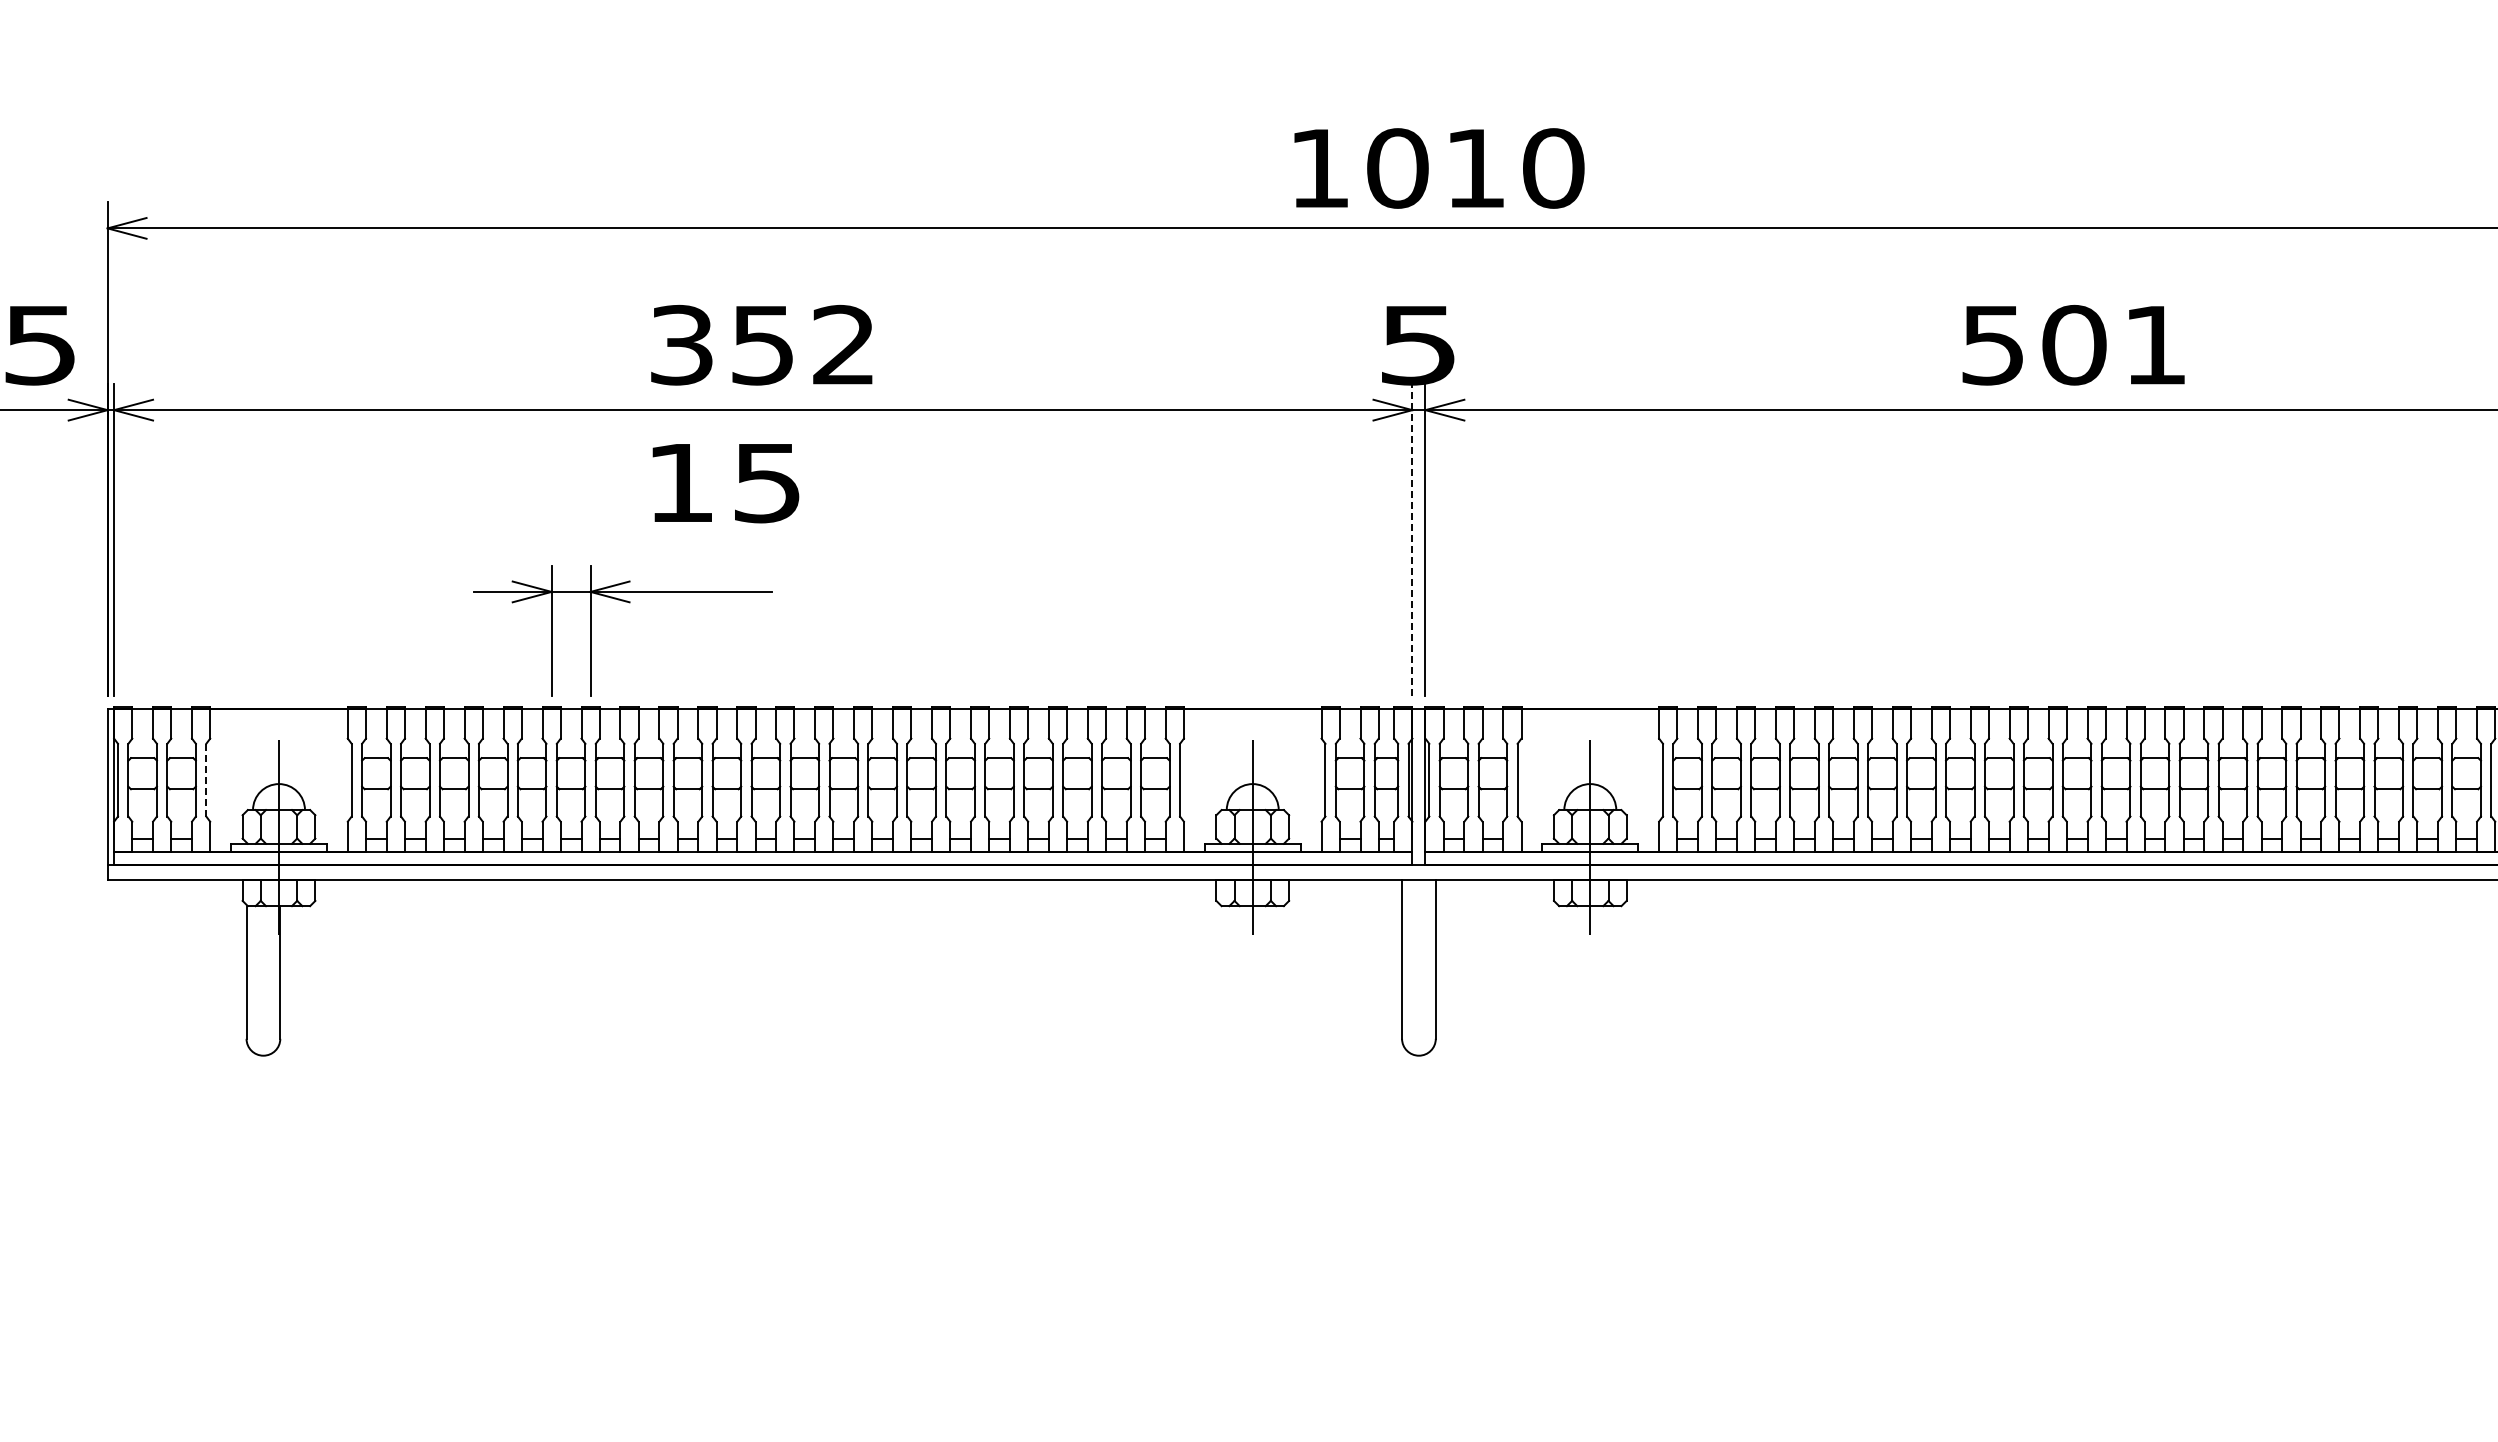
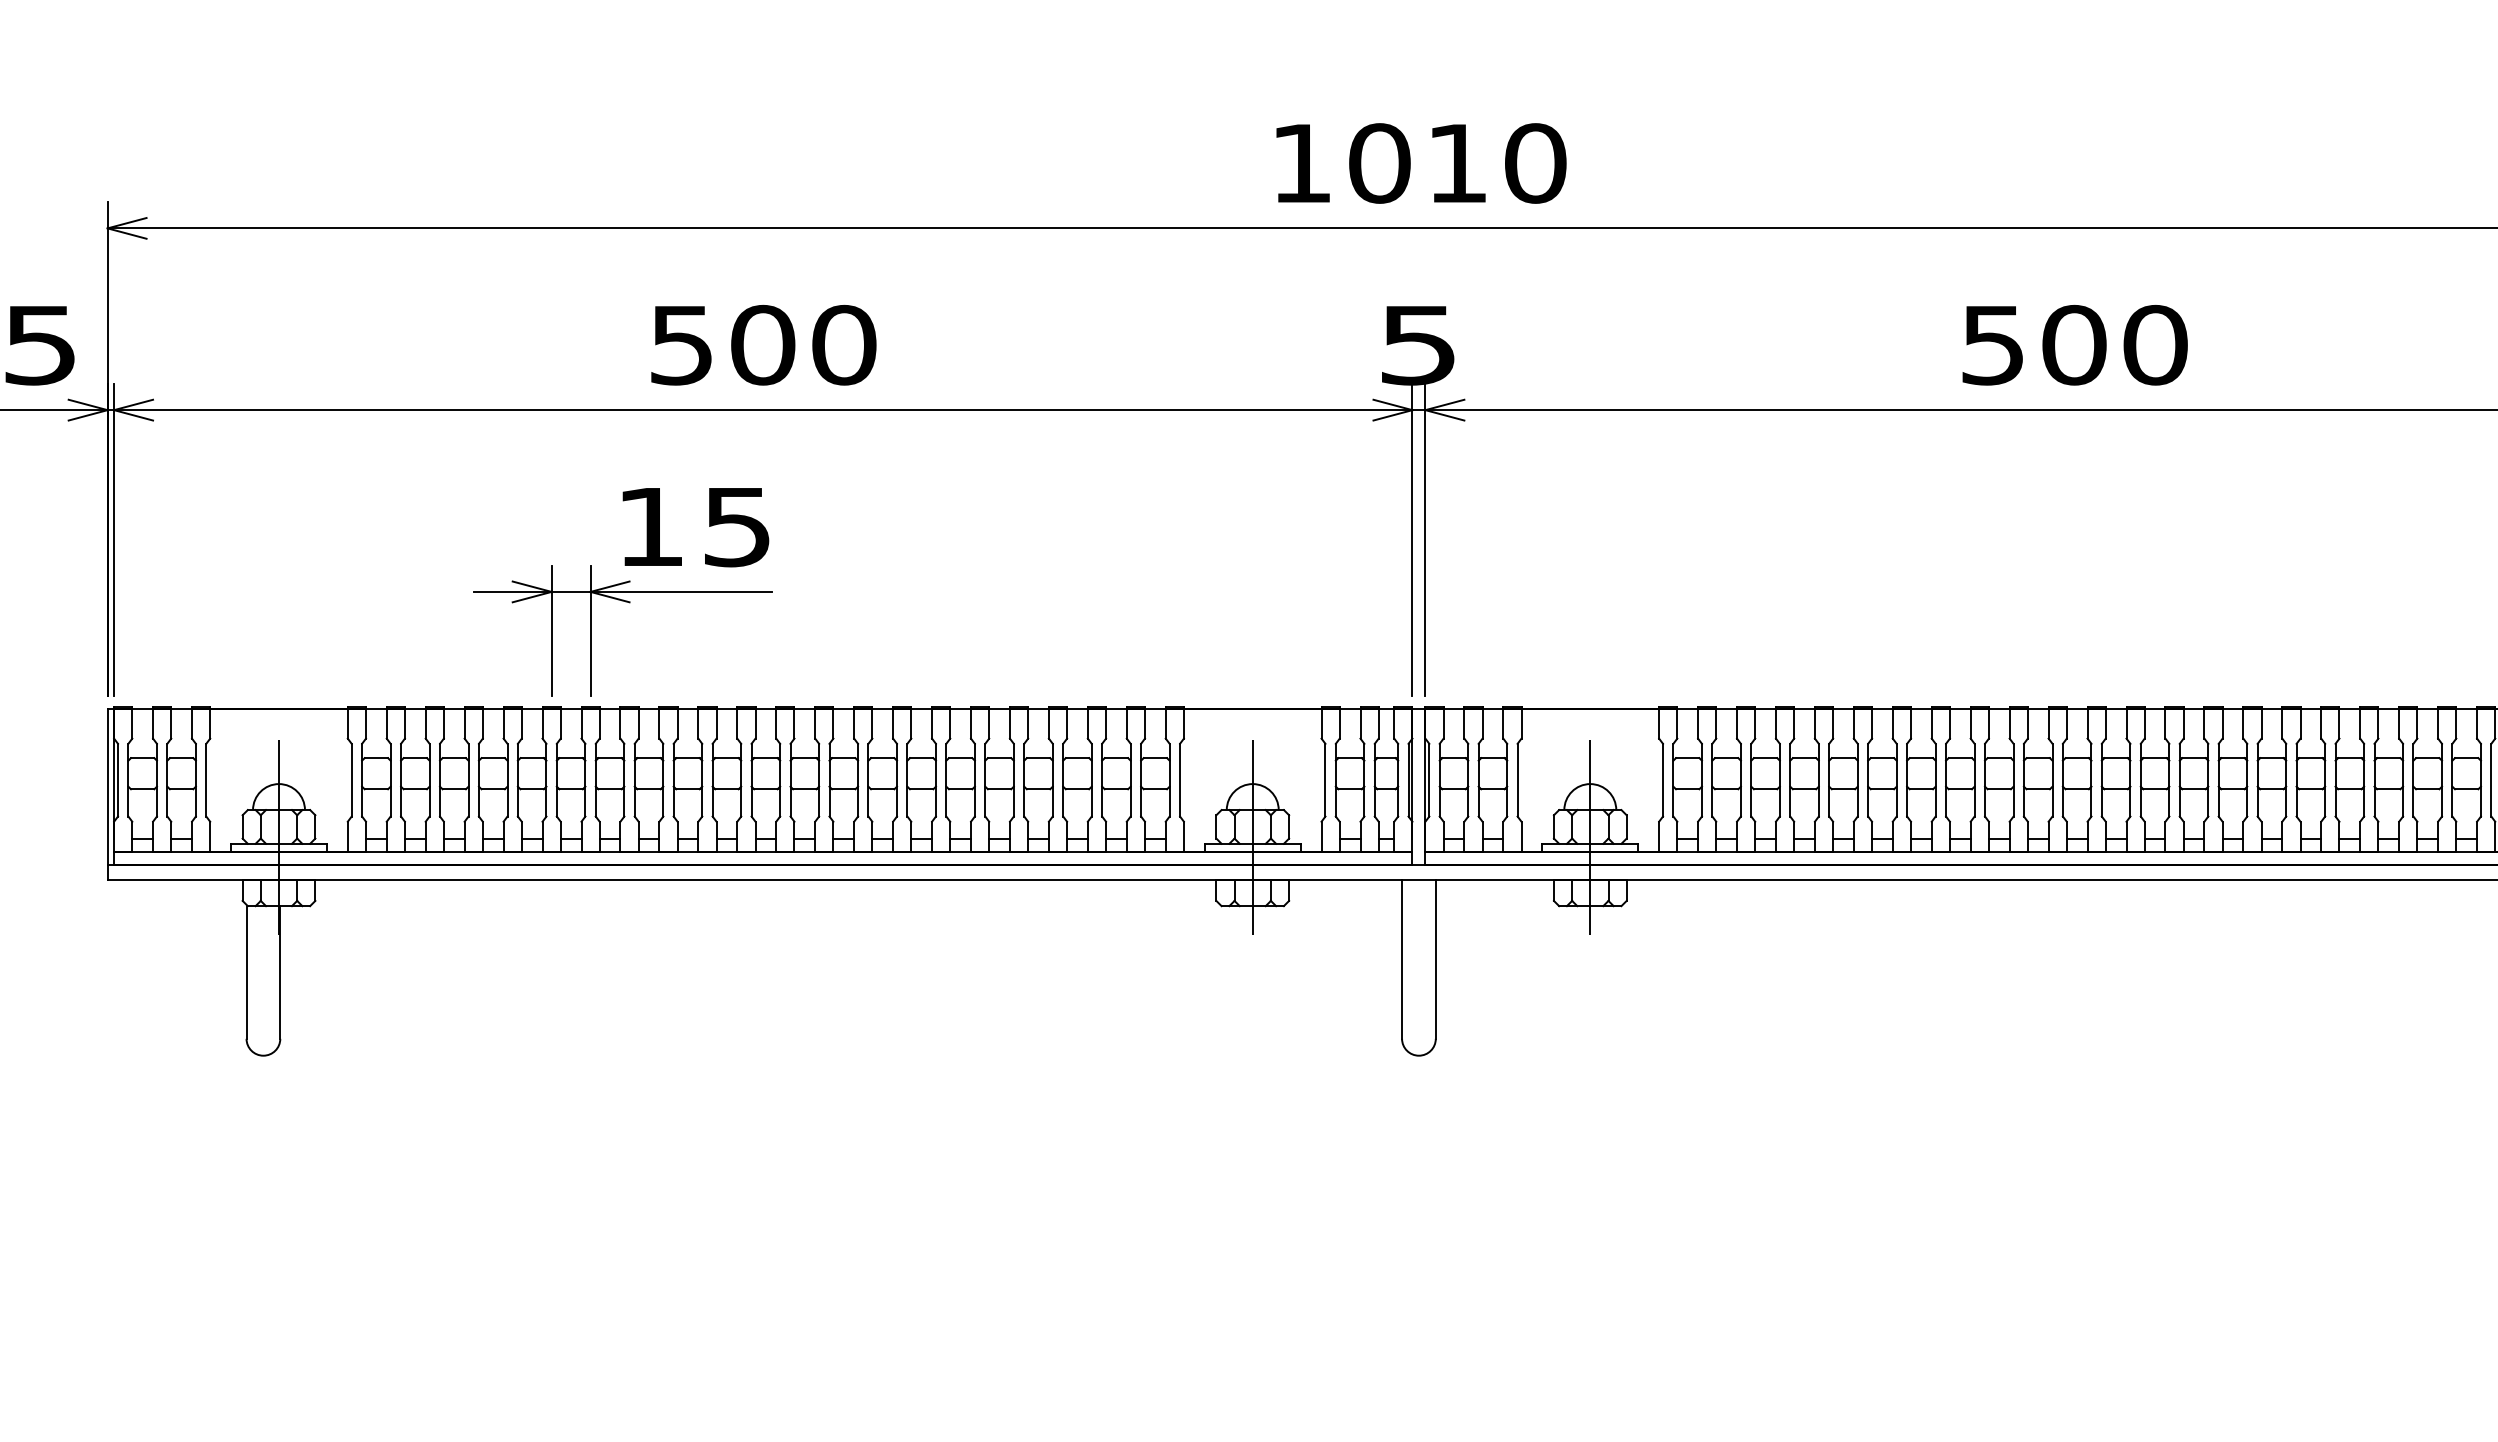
text at (1439, 168) position: (1439, 168) -> (1421, 163)
text at (763, 344): 352 -> 500
text at (2155, 344): 501 -> 500
text at (725, 483) position: (725, 483) -> (695, 527)
line at (1412, 539): dashed -> solid
line at (206, 779): dashed -> solid
